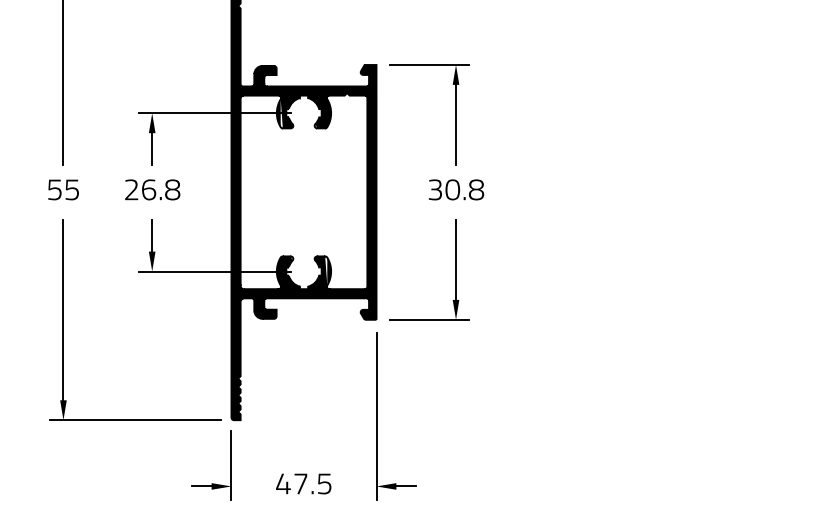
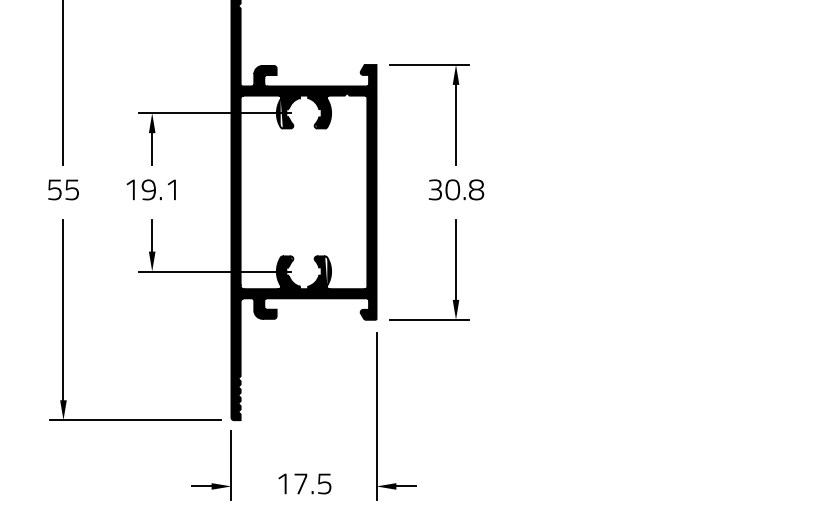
text at (152, 189): 26.8 -> 19.1
text at (283, 483): 47.5 -> 17.5
